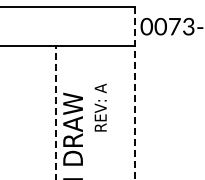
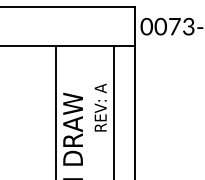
line at (134, 93): dashed -> solid
line at (114, 110): none -> present
line at (56, 112): dashed -> solid
